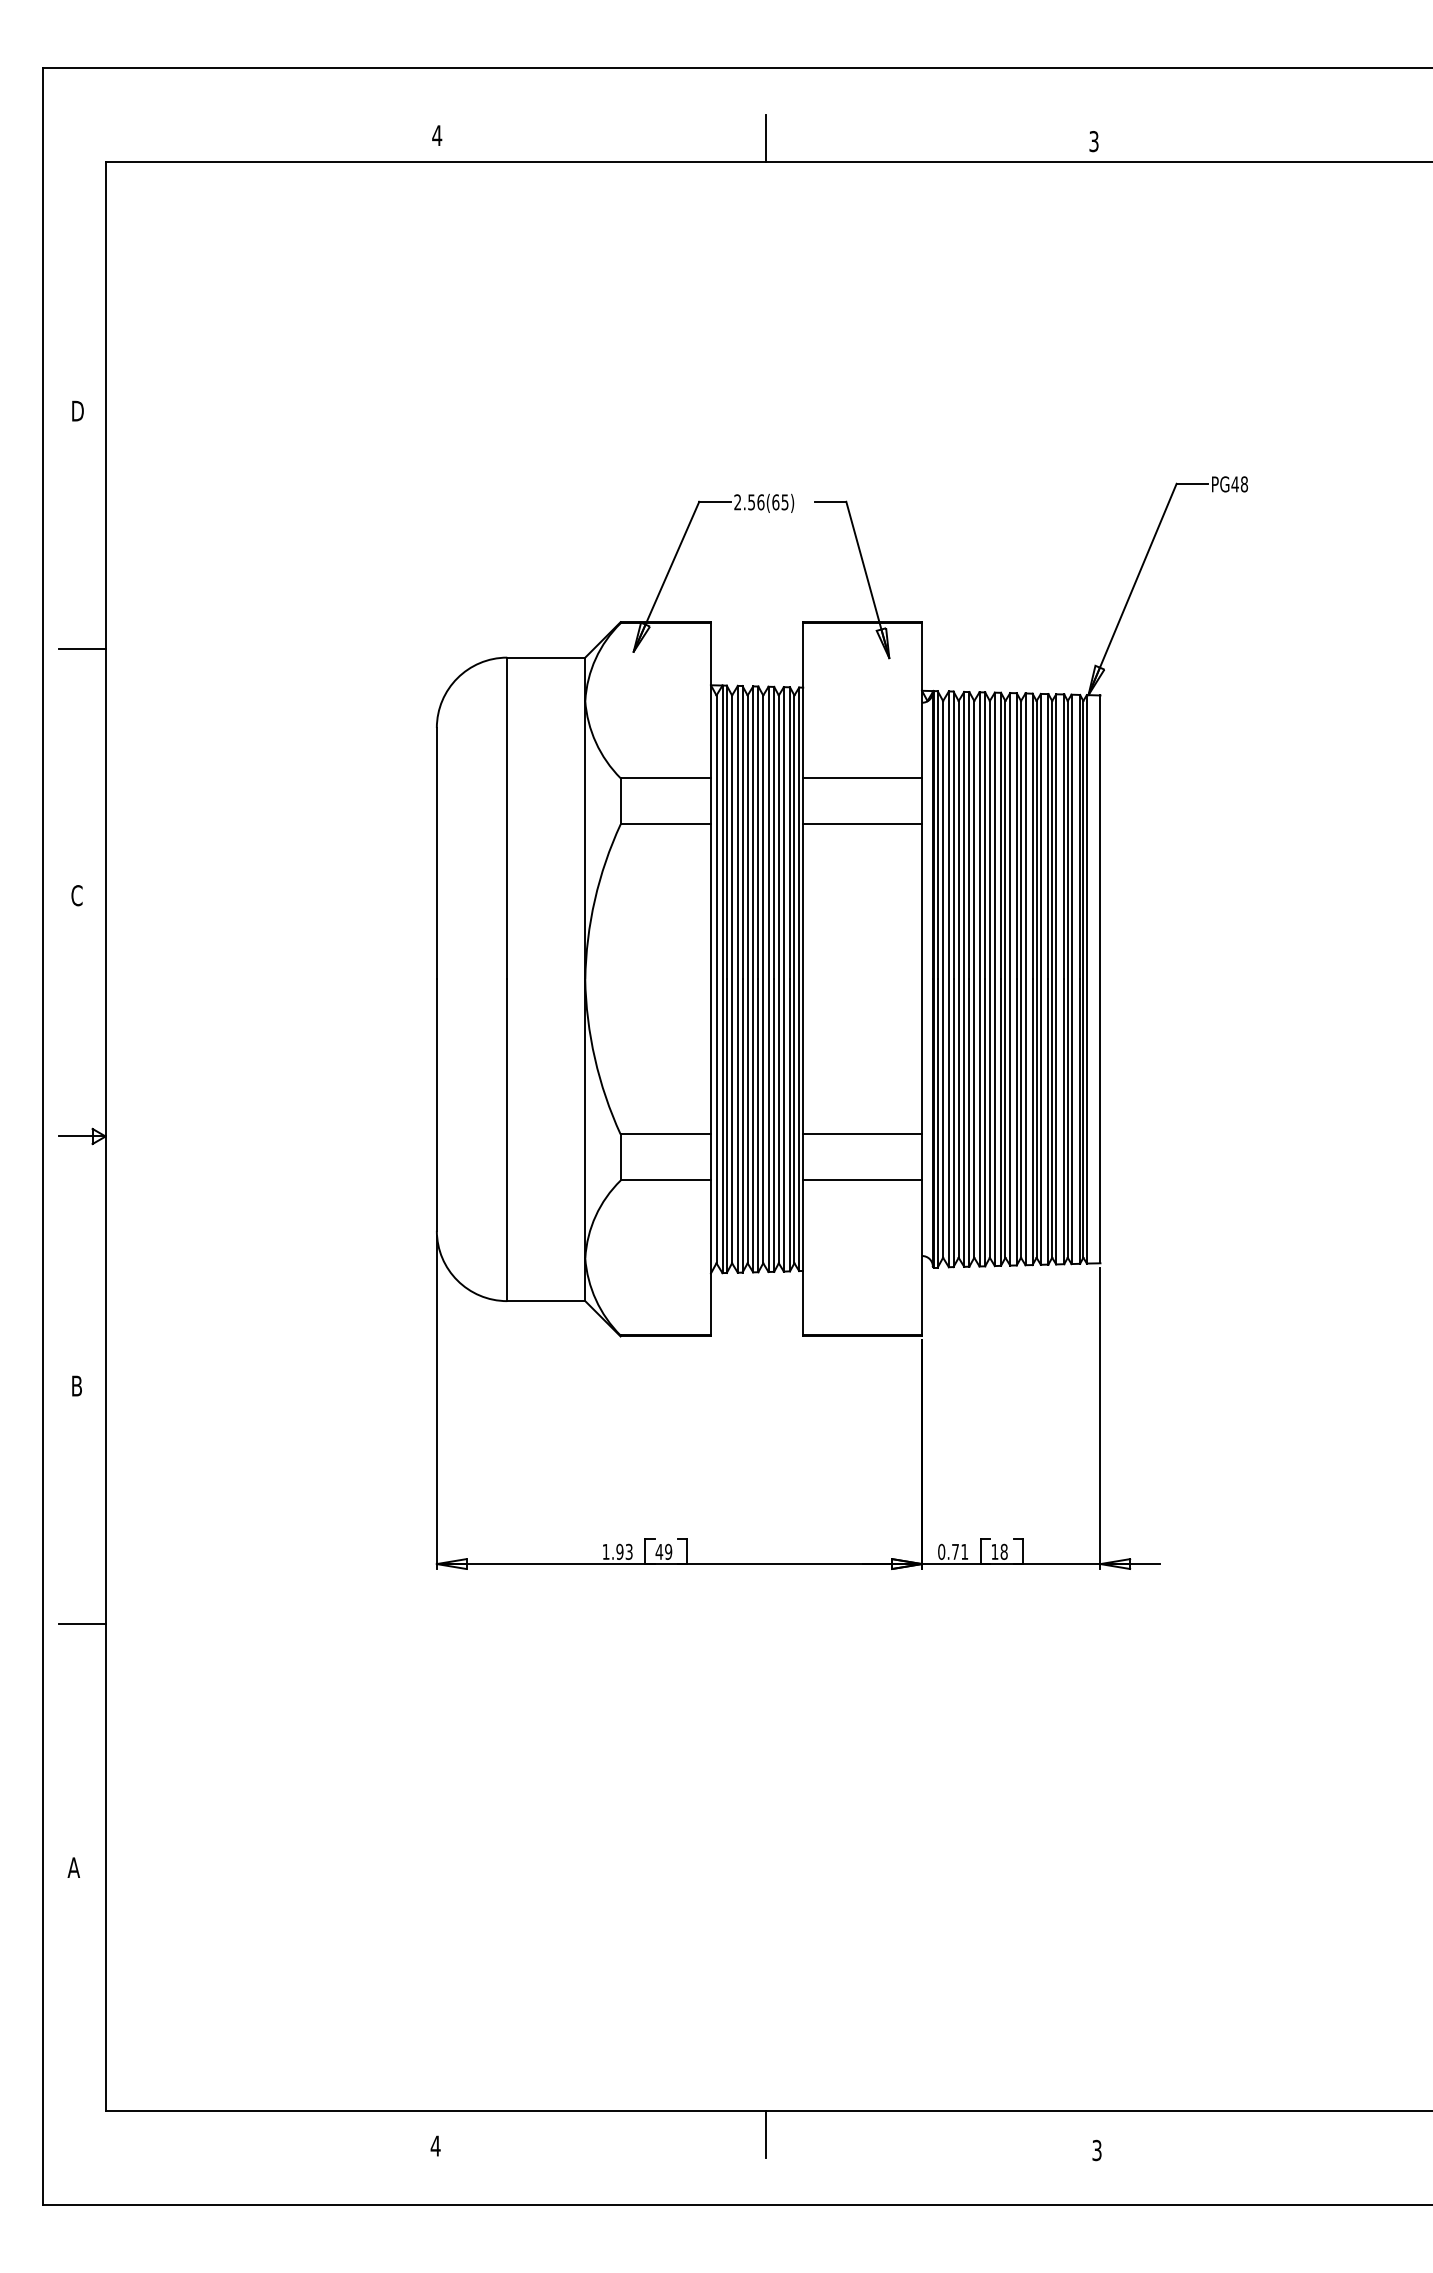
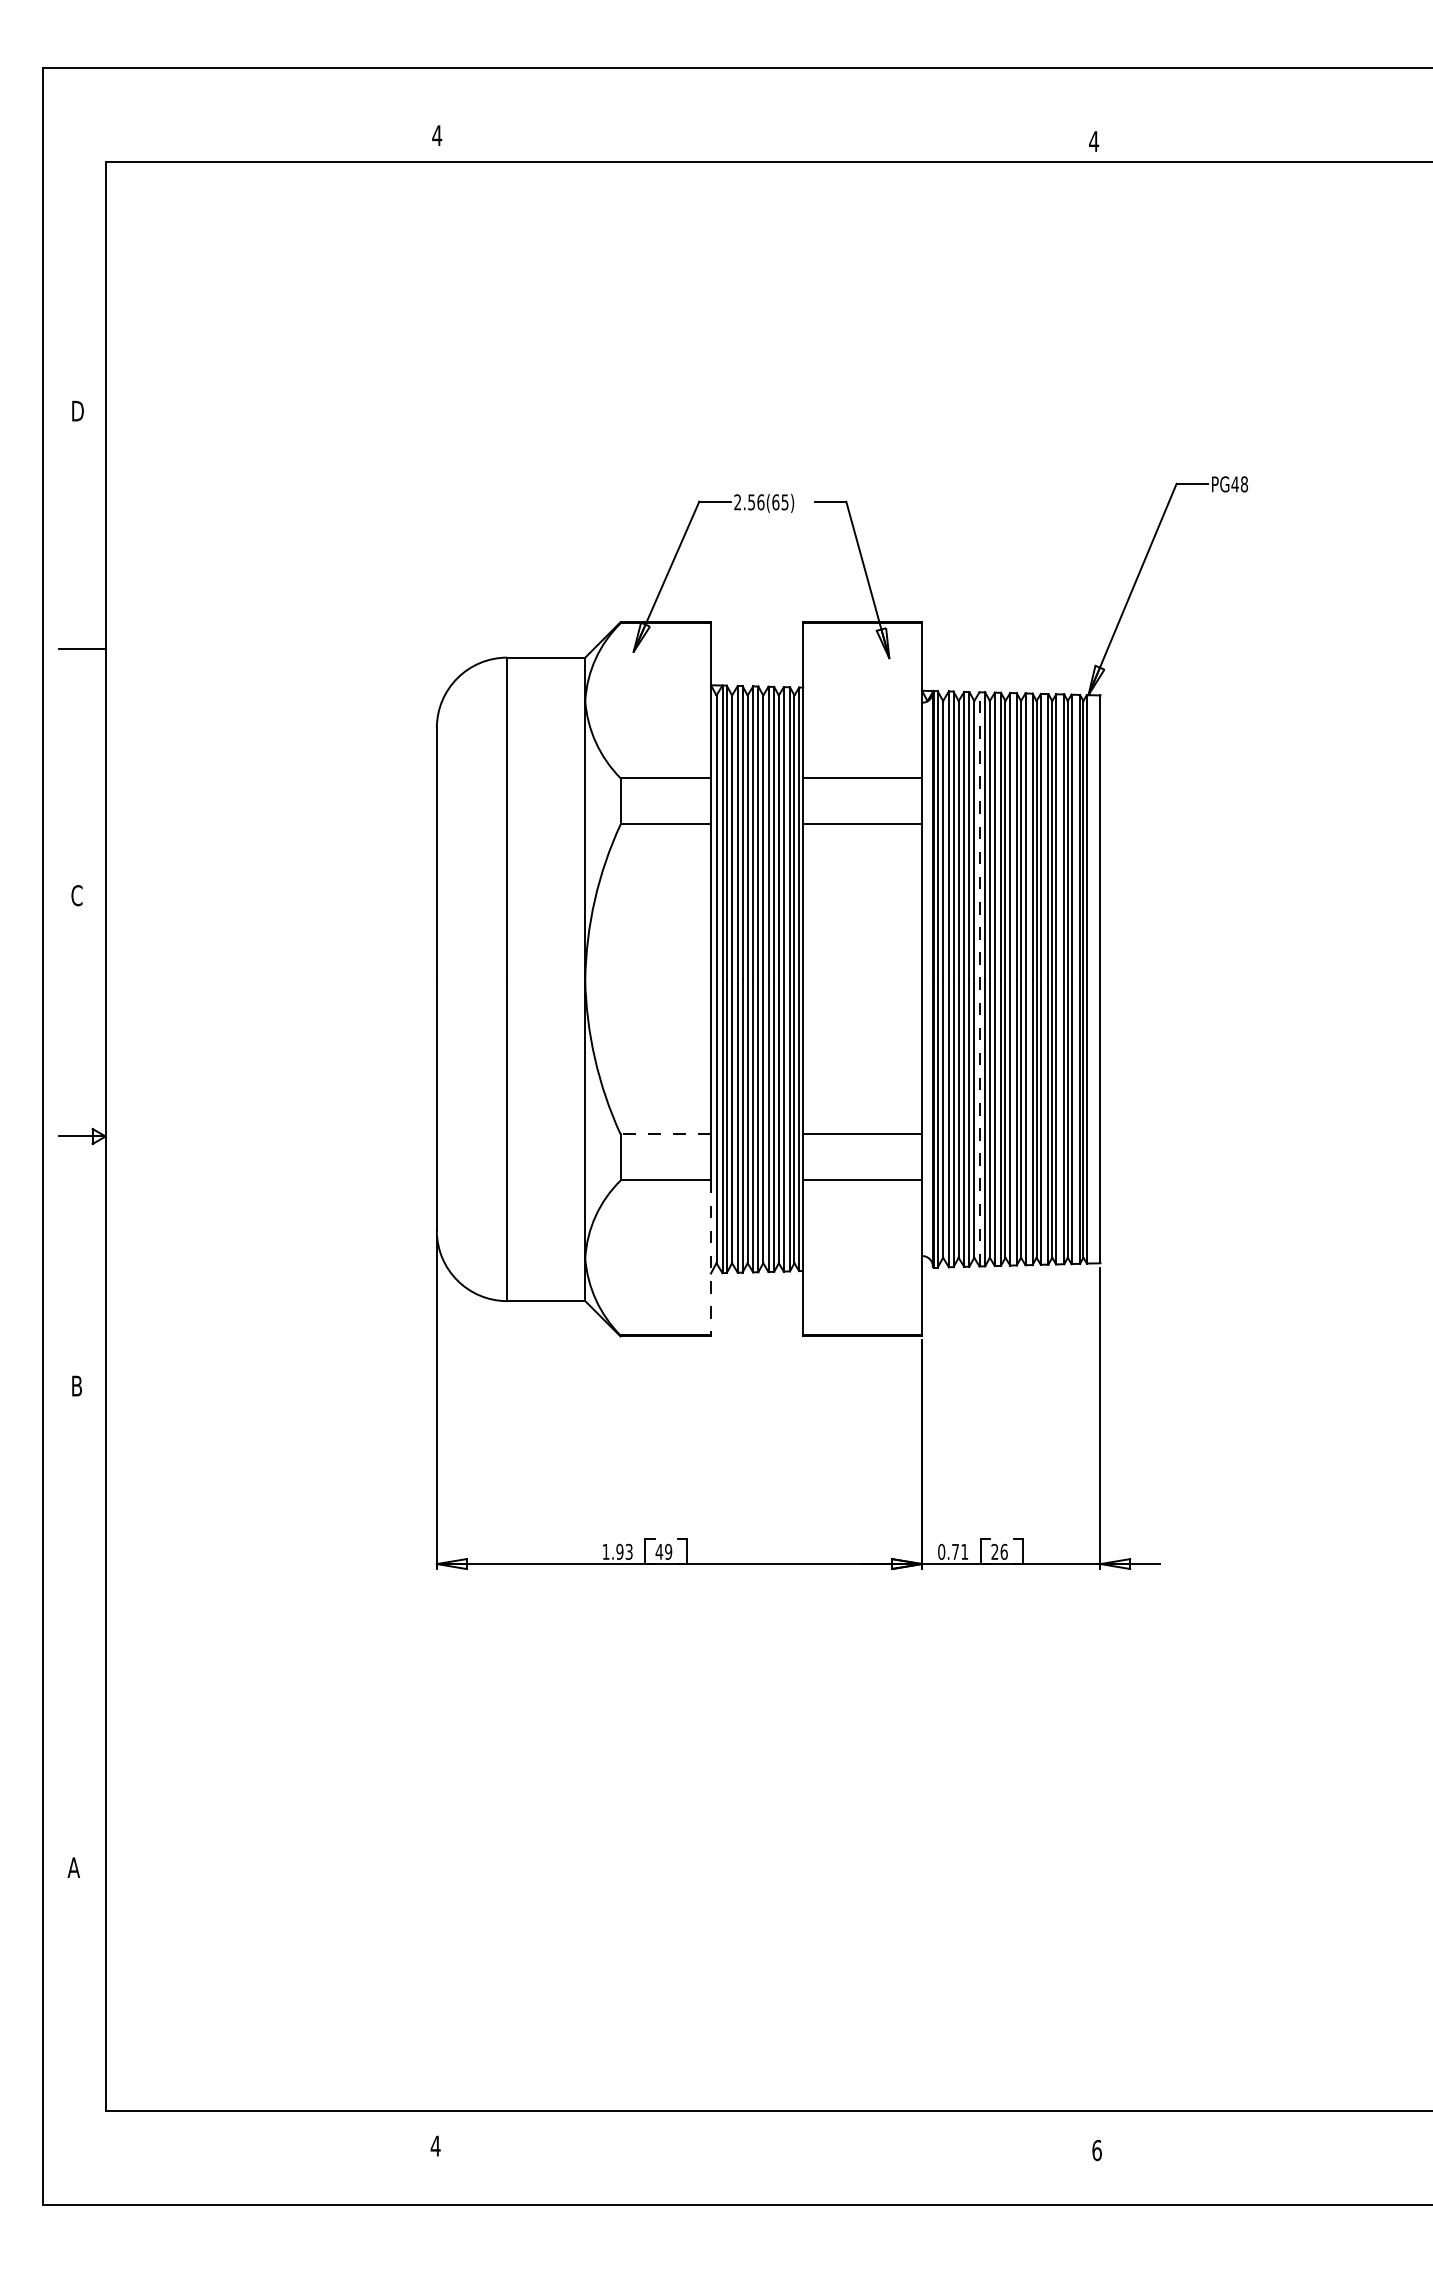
line at (765, 138): present -> none
text at (1094, 141): 3 -> 4
line at (979, 978): solid -> dashed
line at (665, 1134): solid -> dashed
line at (710, 1258): solid -> dashed
text at (999, 1551): 18 -> 26
line at (81, 1623): present -> none
line at (765, 2133): present -> none
text at (1096, 2150): 3 -> 6
